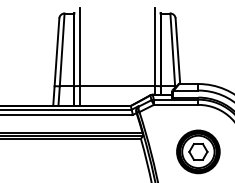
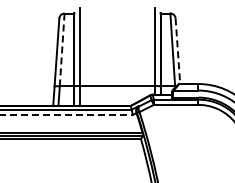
line at (62, 49): solid -> dashed
line at (177, 51): solid -> dashed
line at (66, 114): solid -> dashed
part at (198, 151): present -> none
